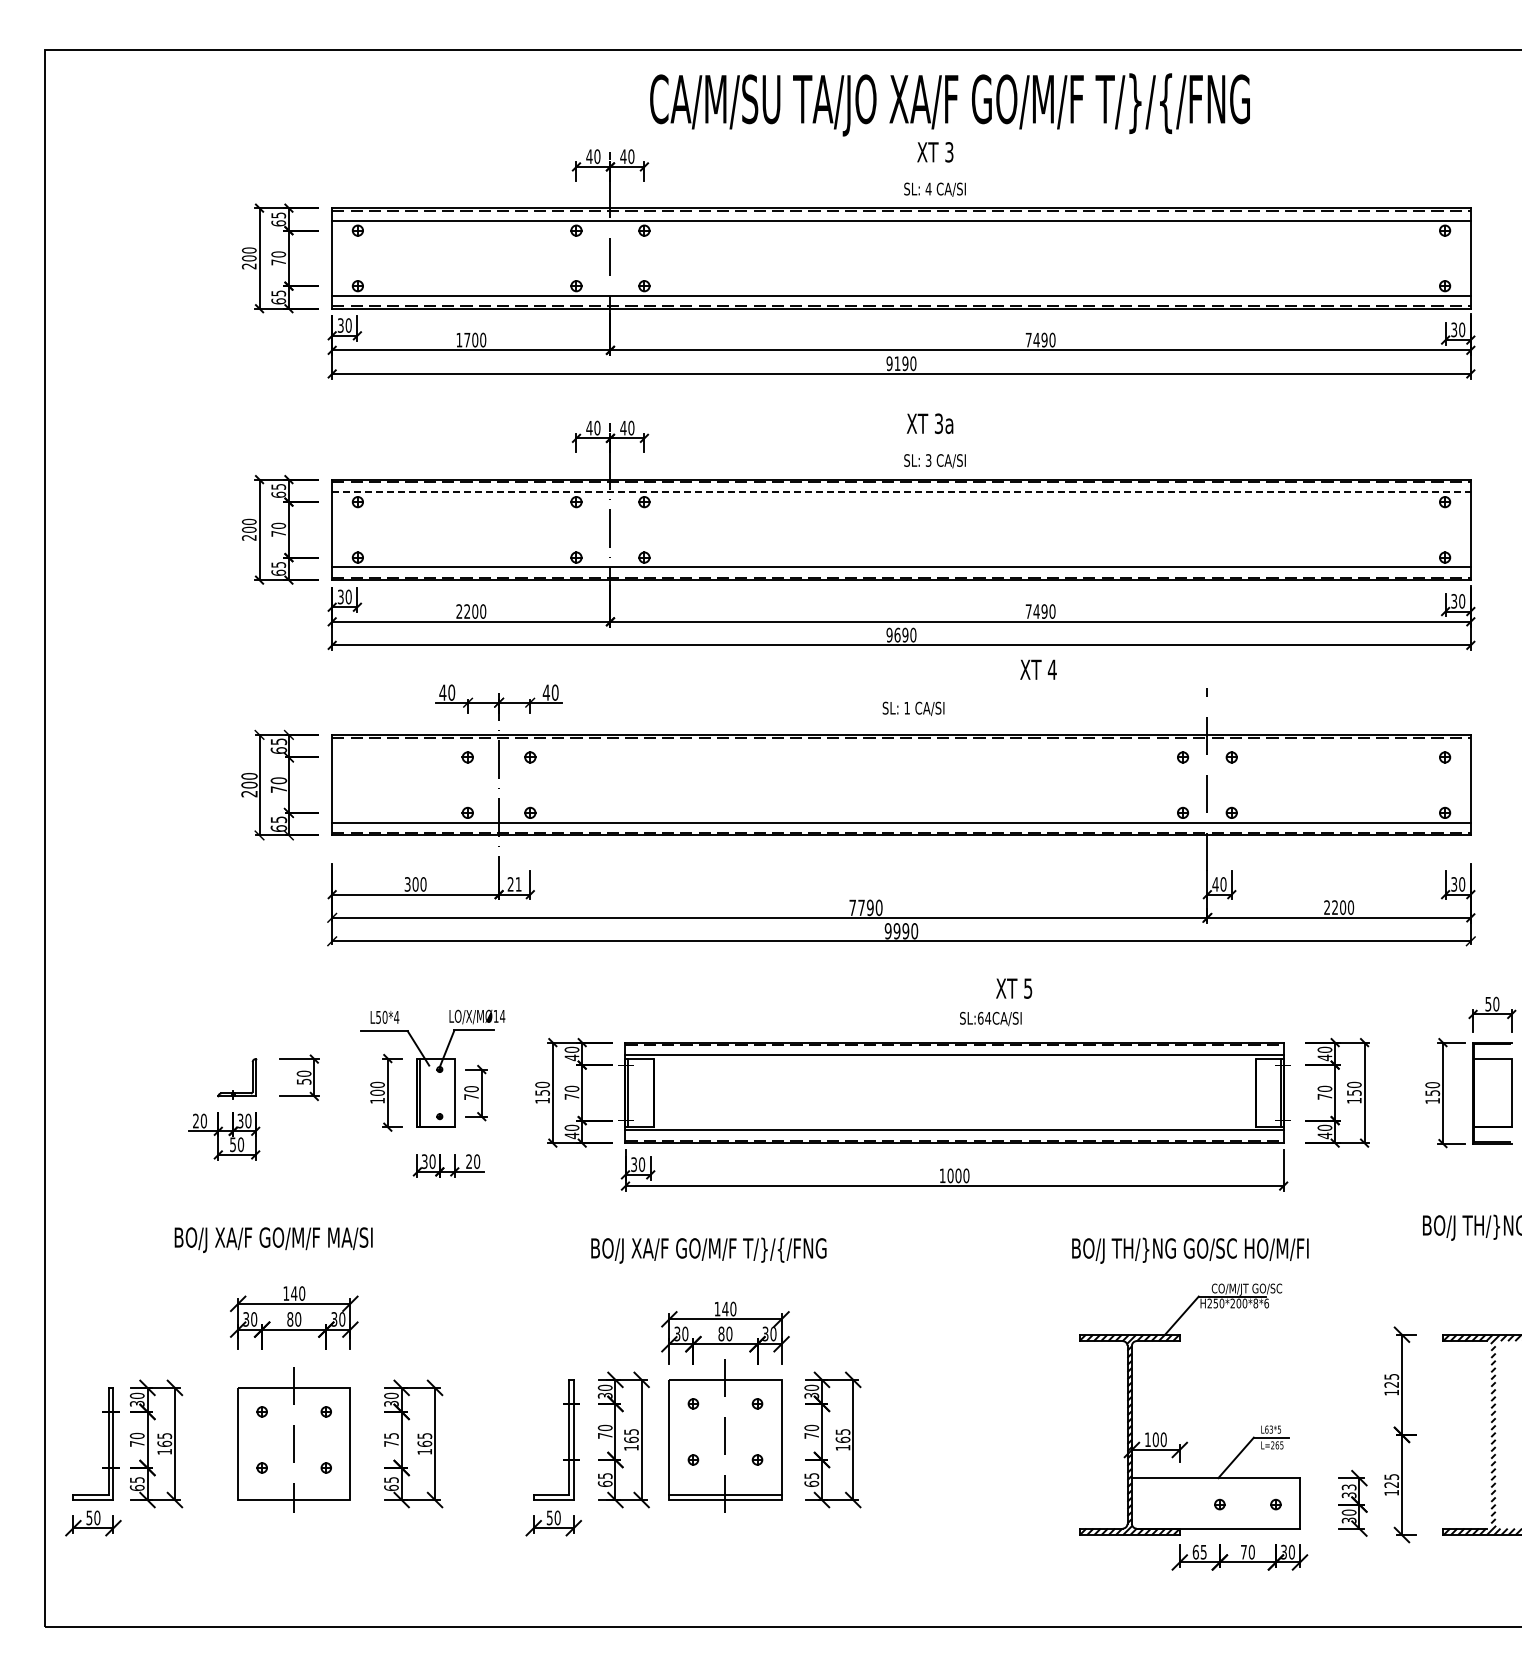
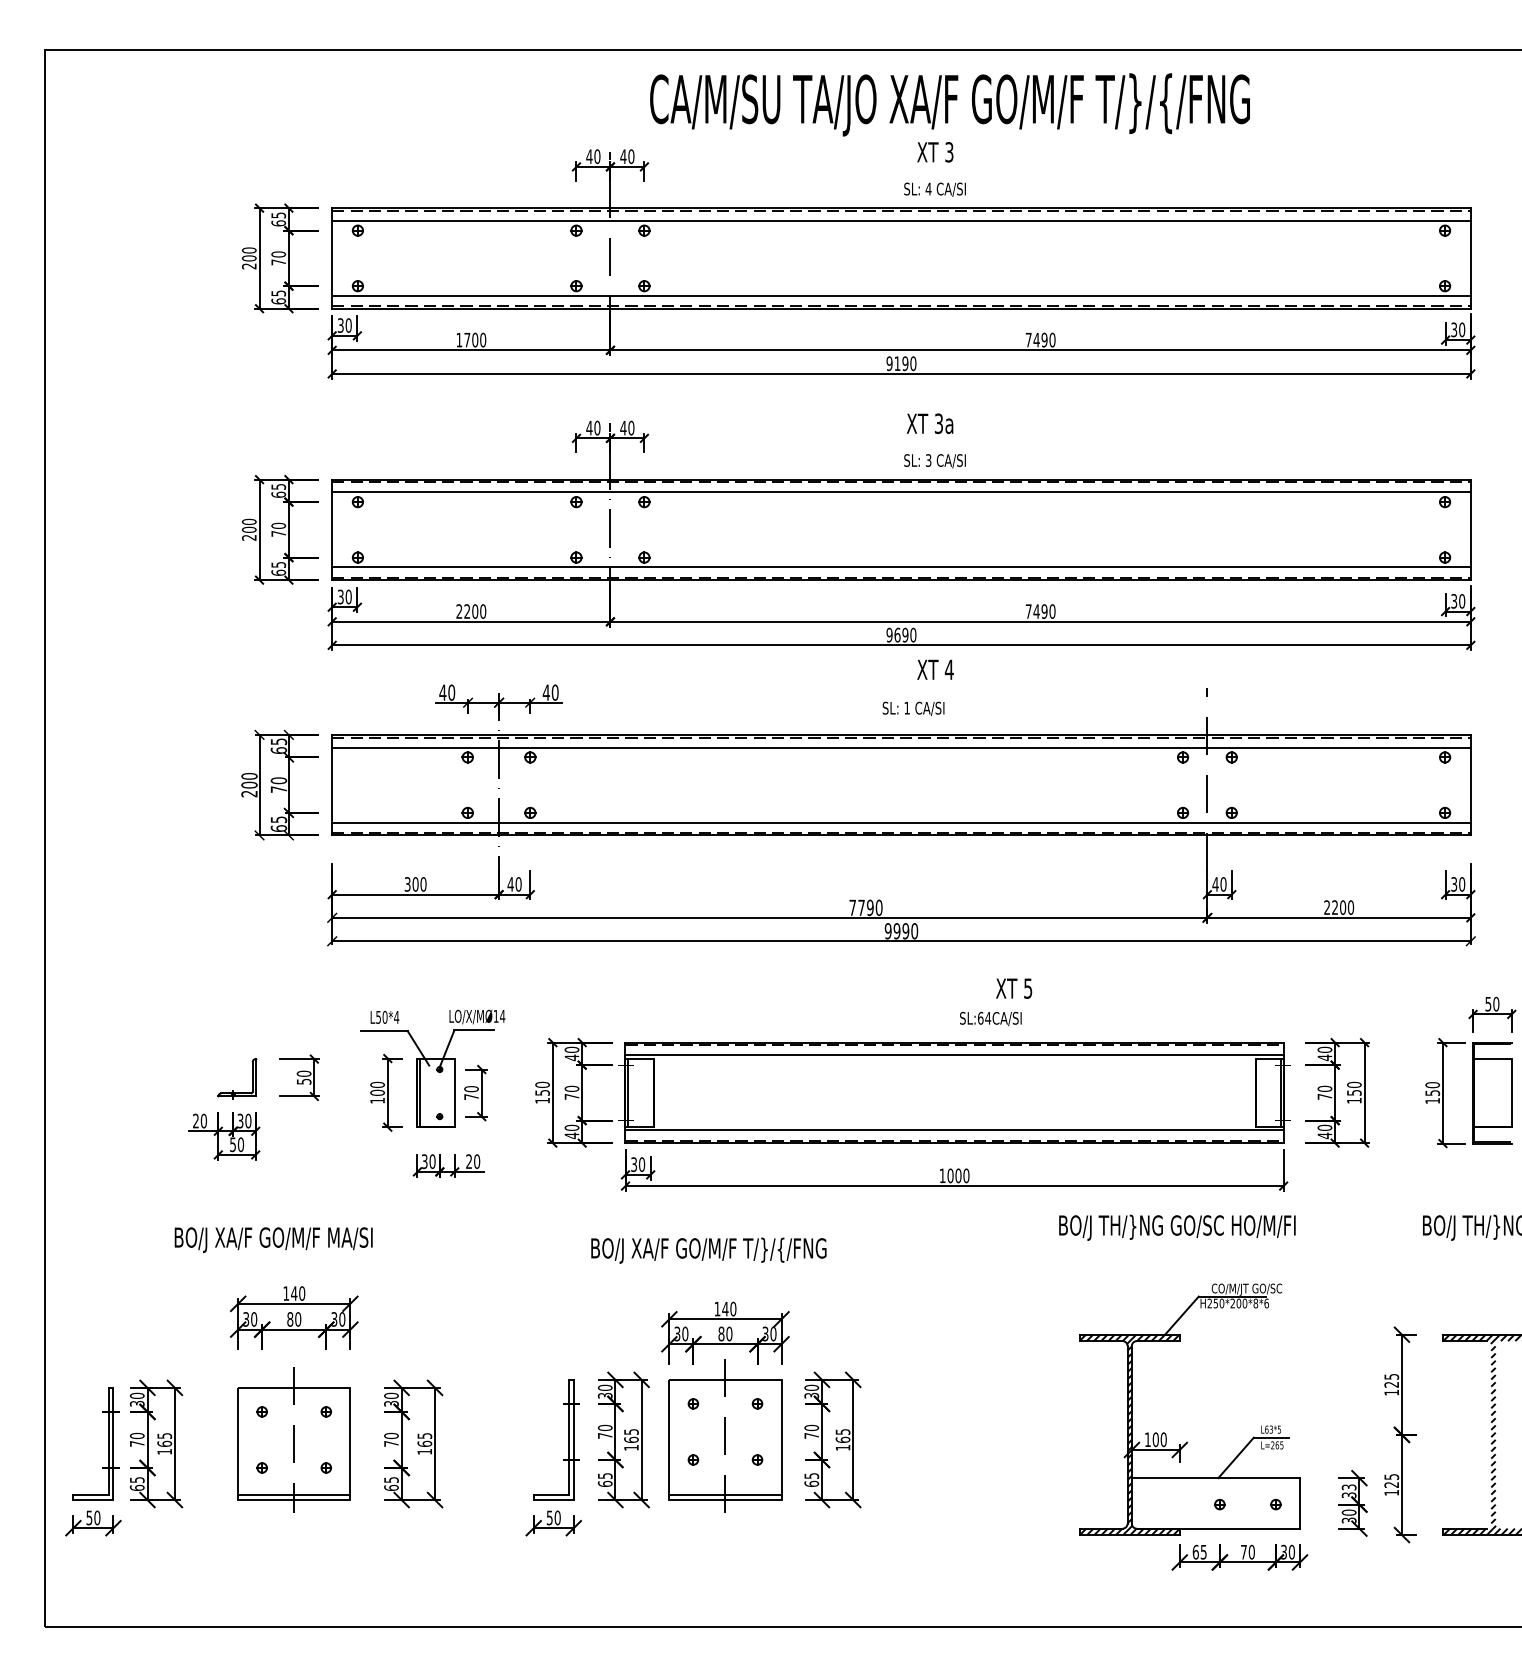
line at (902, 492): dashed -> solid
text at (1038, 669) position: (1038, 669) -> (935, 669)
line at (901, 747): none -> present
text at (514, 884): 21 -> 40
text at (1190, 1250) position: (1190, 1250) -> (1177, 1227)
text at (391, 1435): 75 -> 70
line at (294, 1495): none -> present
